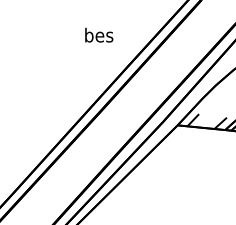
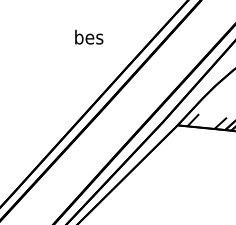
text at (99, 34) position: (99, 34) -> (89, 36)
